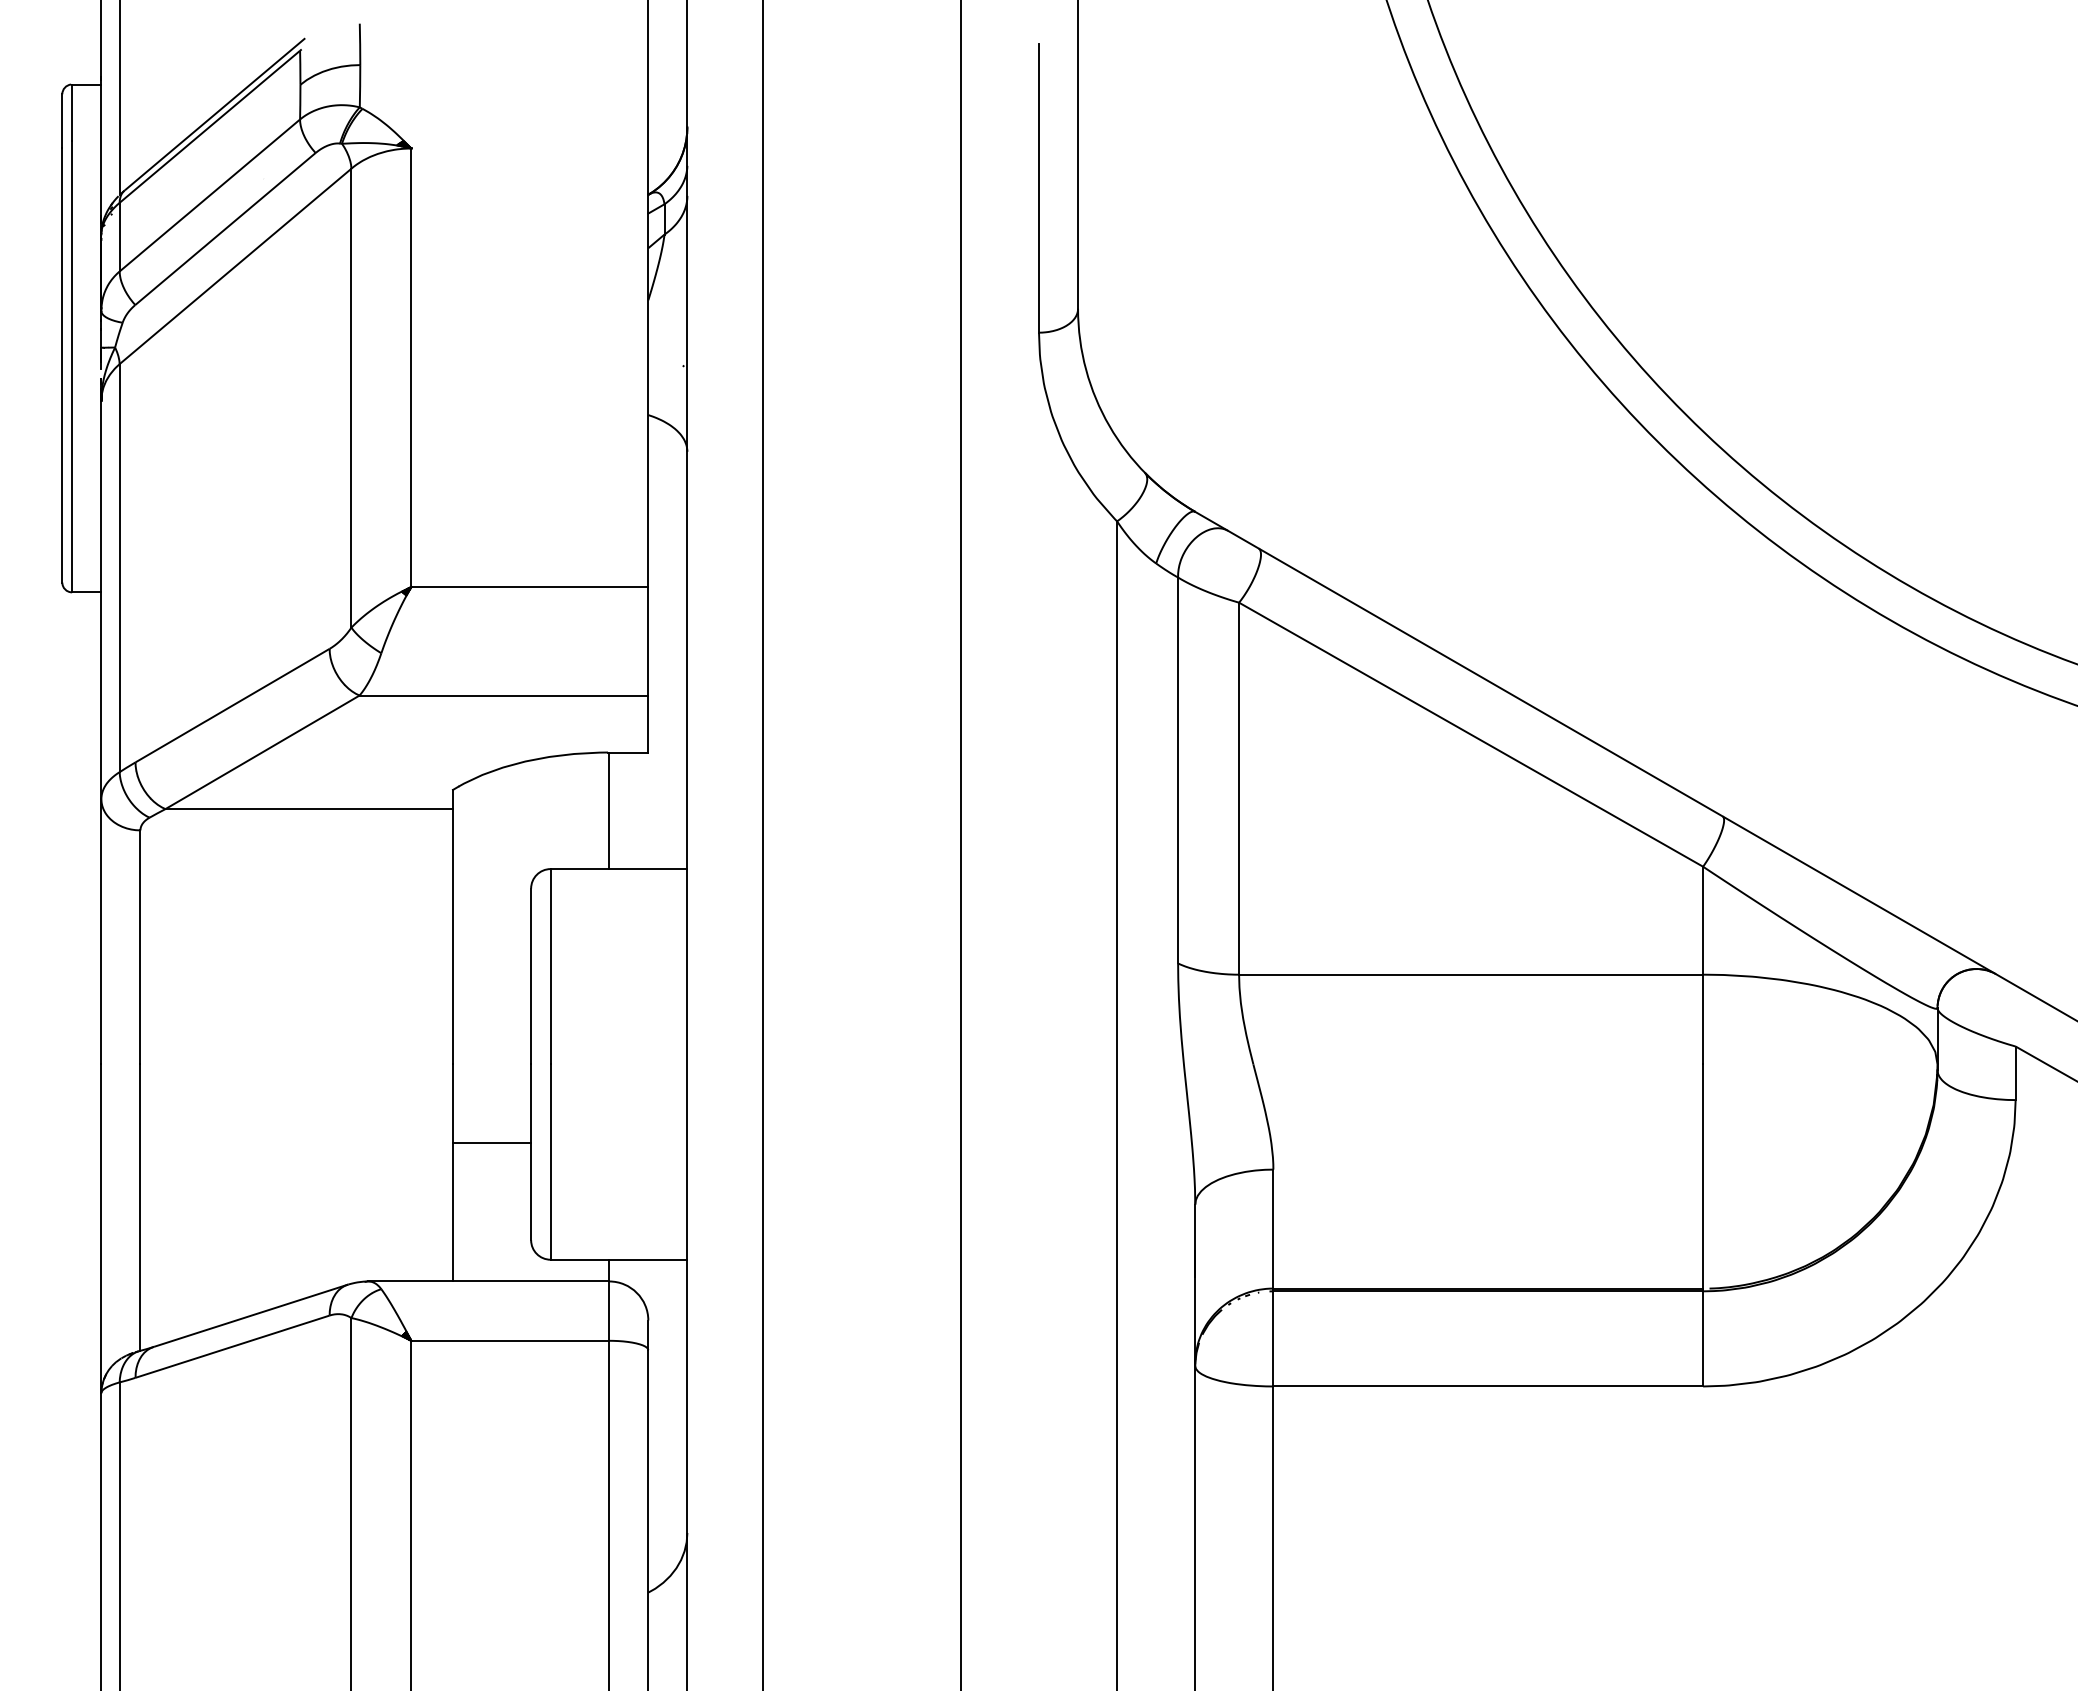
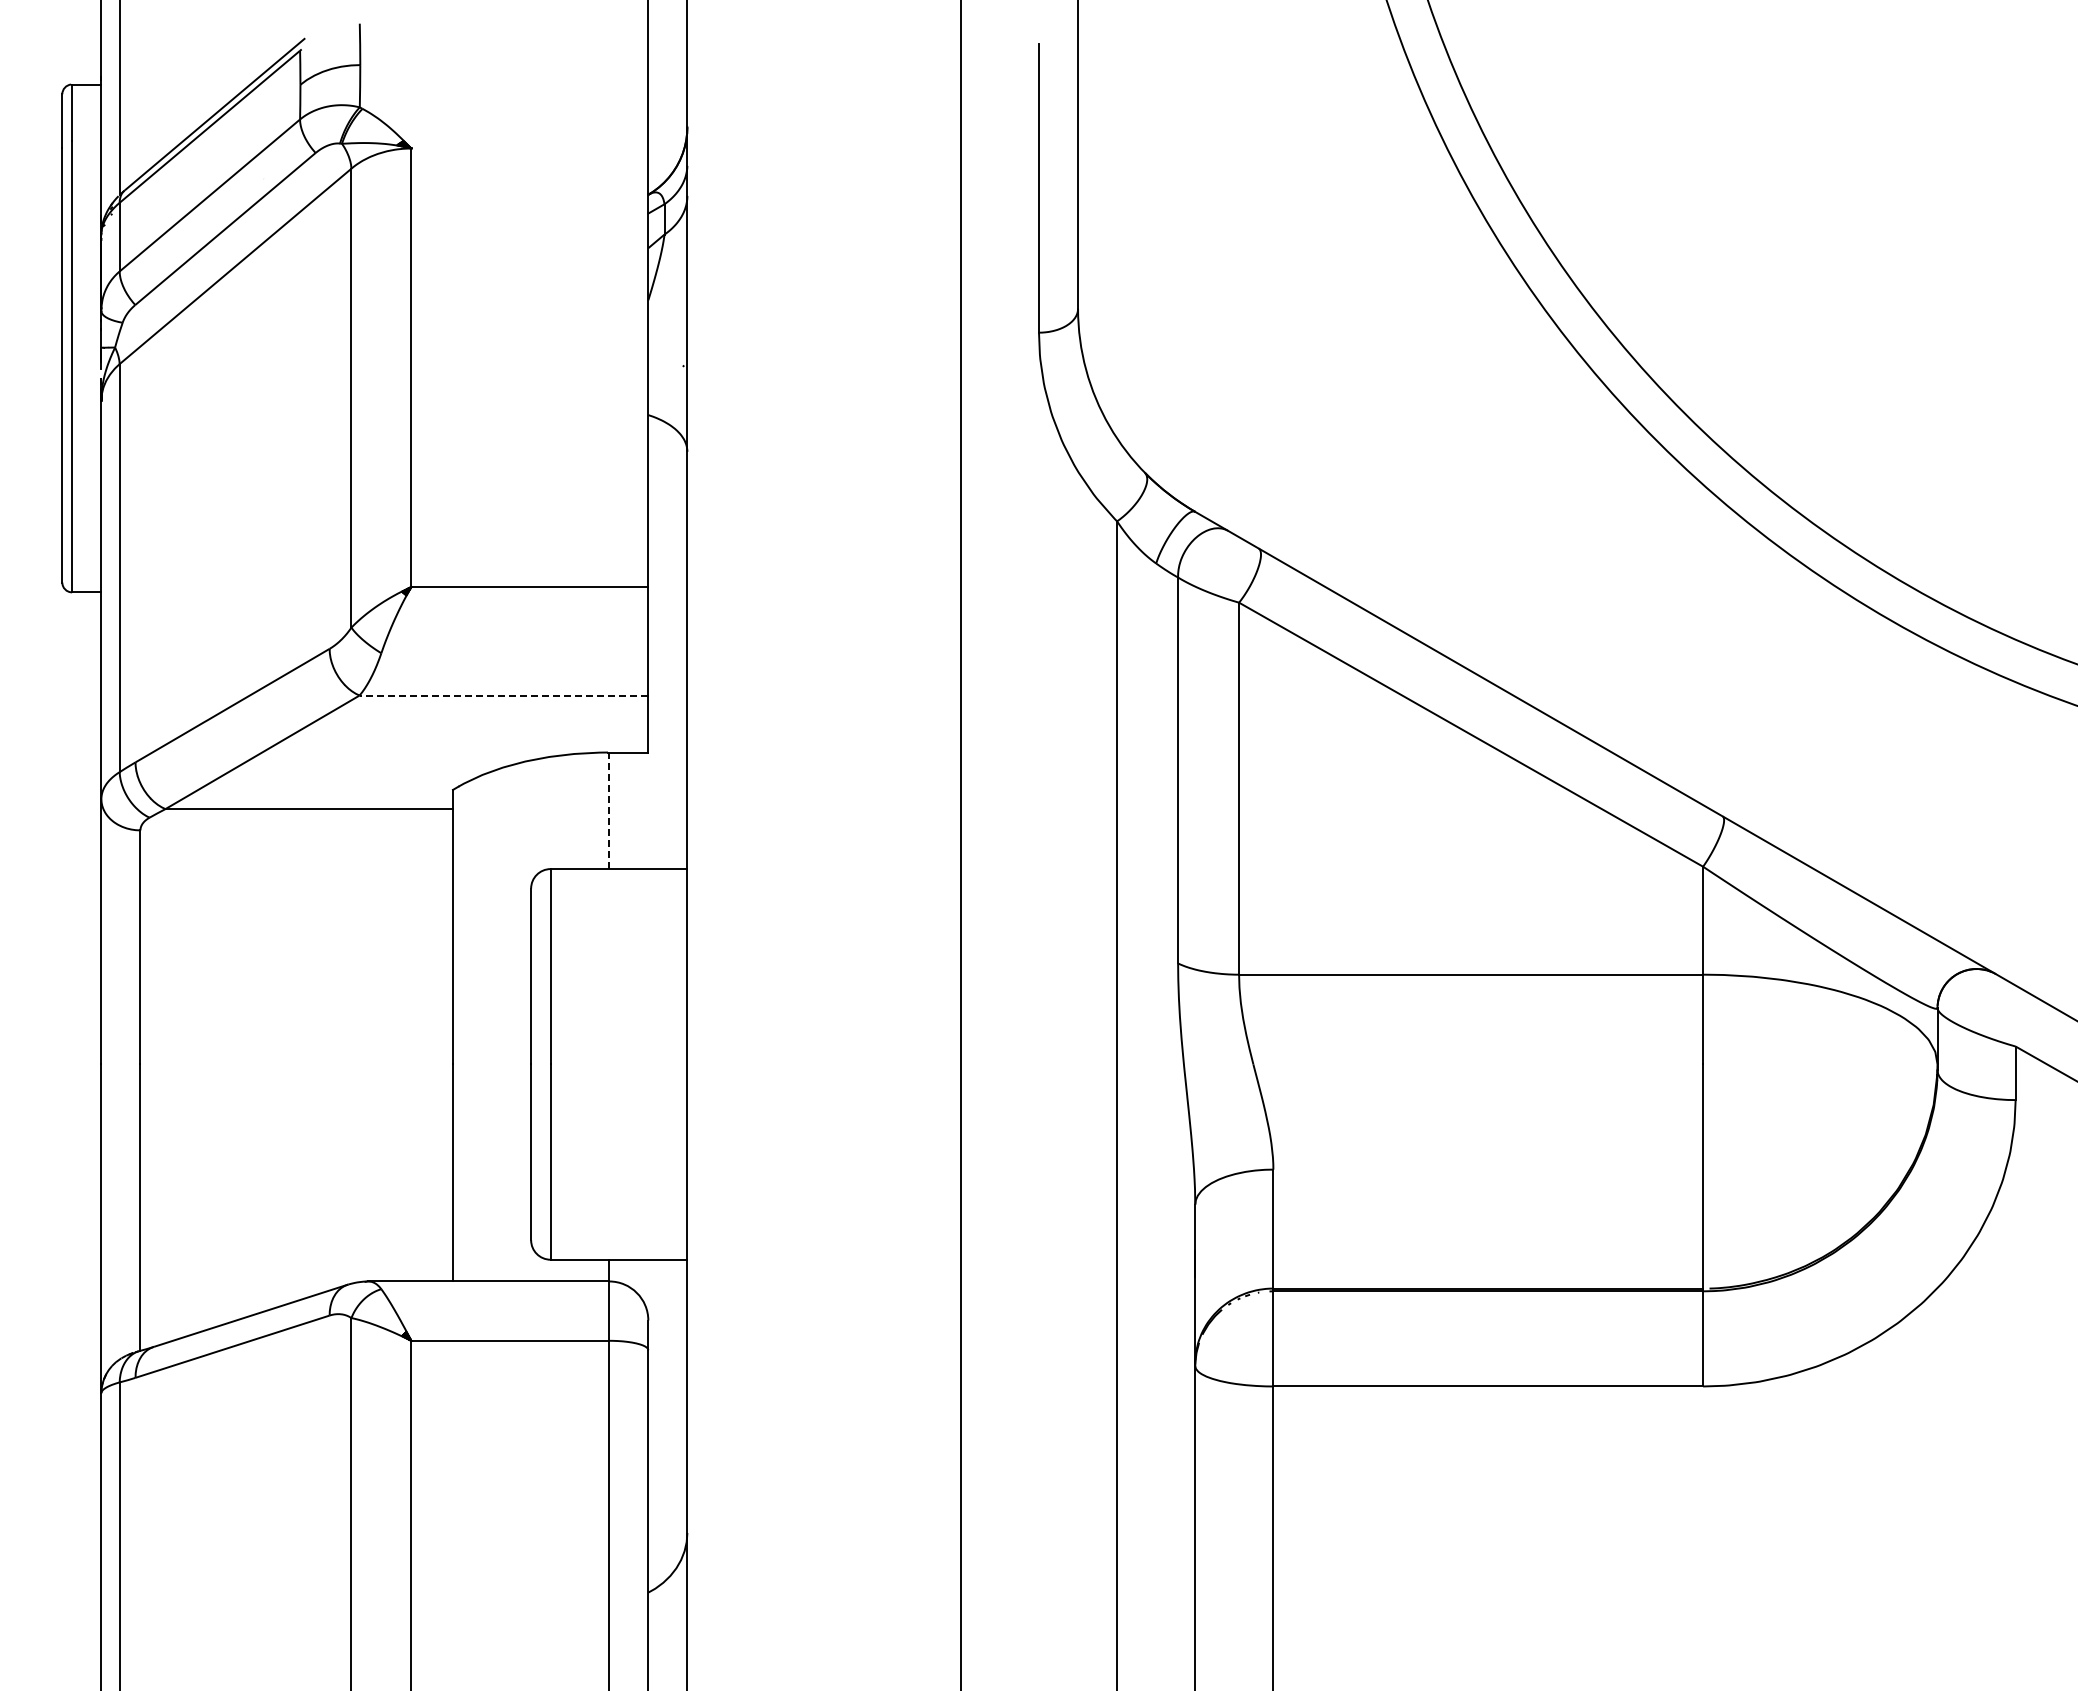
line at (503, 695): solid -> dashed
line at (609, 810): solid -> dashed
line at (762, 844): present -> none
line at (492, 1142): present -> none
